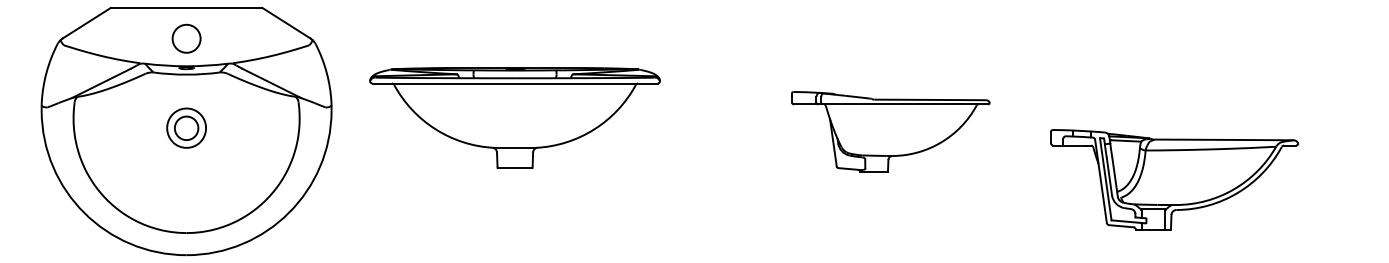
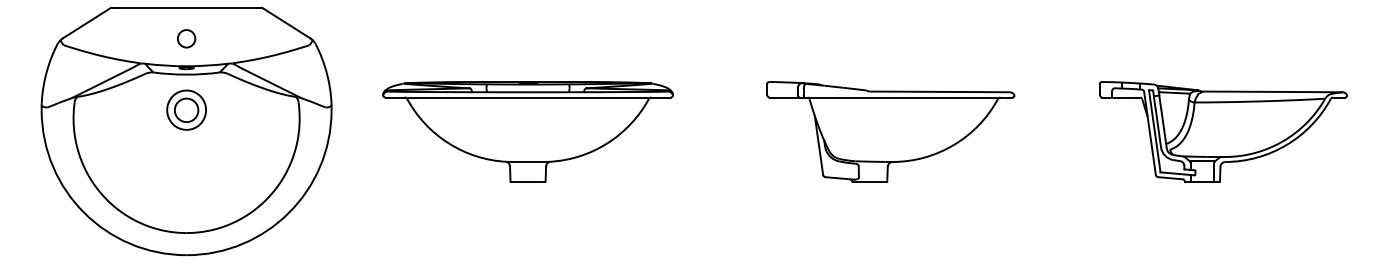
circle at (186, 38) diameter: 28 px -> 18 px
part at (514, 117) position: (514, 117) -> (527, 131)
part at (186, 127) position: (186, 127) -> (186, 109)
part at (890, 131) size: 200x82 px -> 250x102 px
part at (1174, 179) position: (1174, 179) -> (1223, 131)
